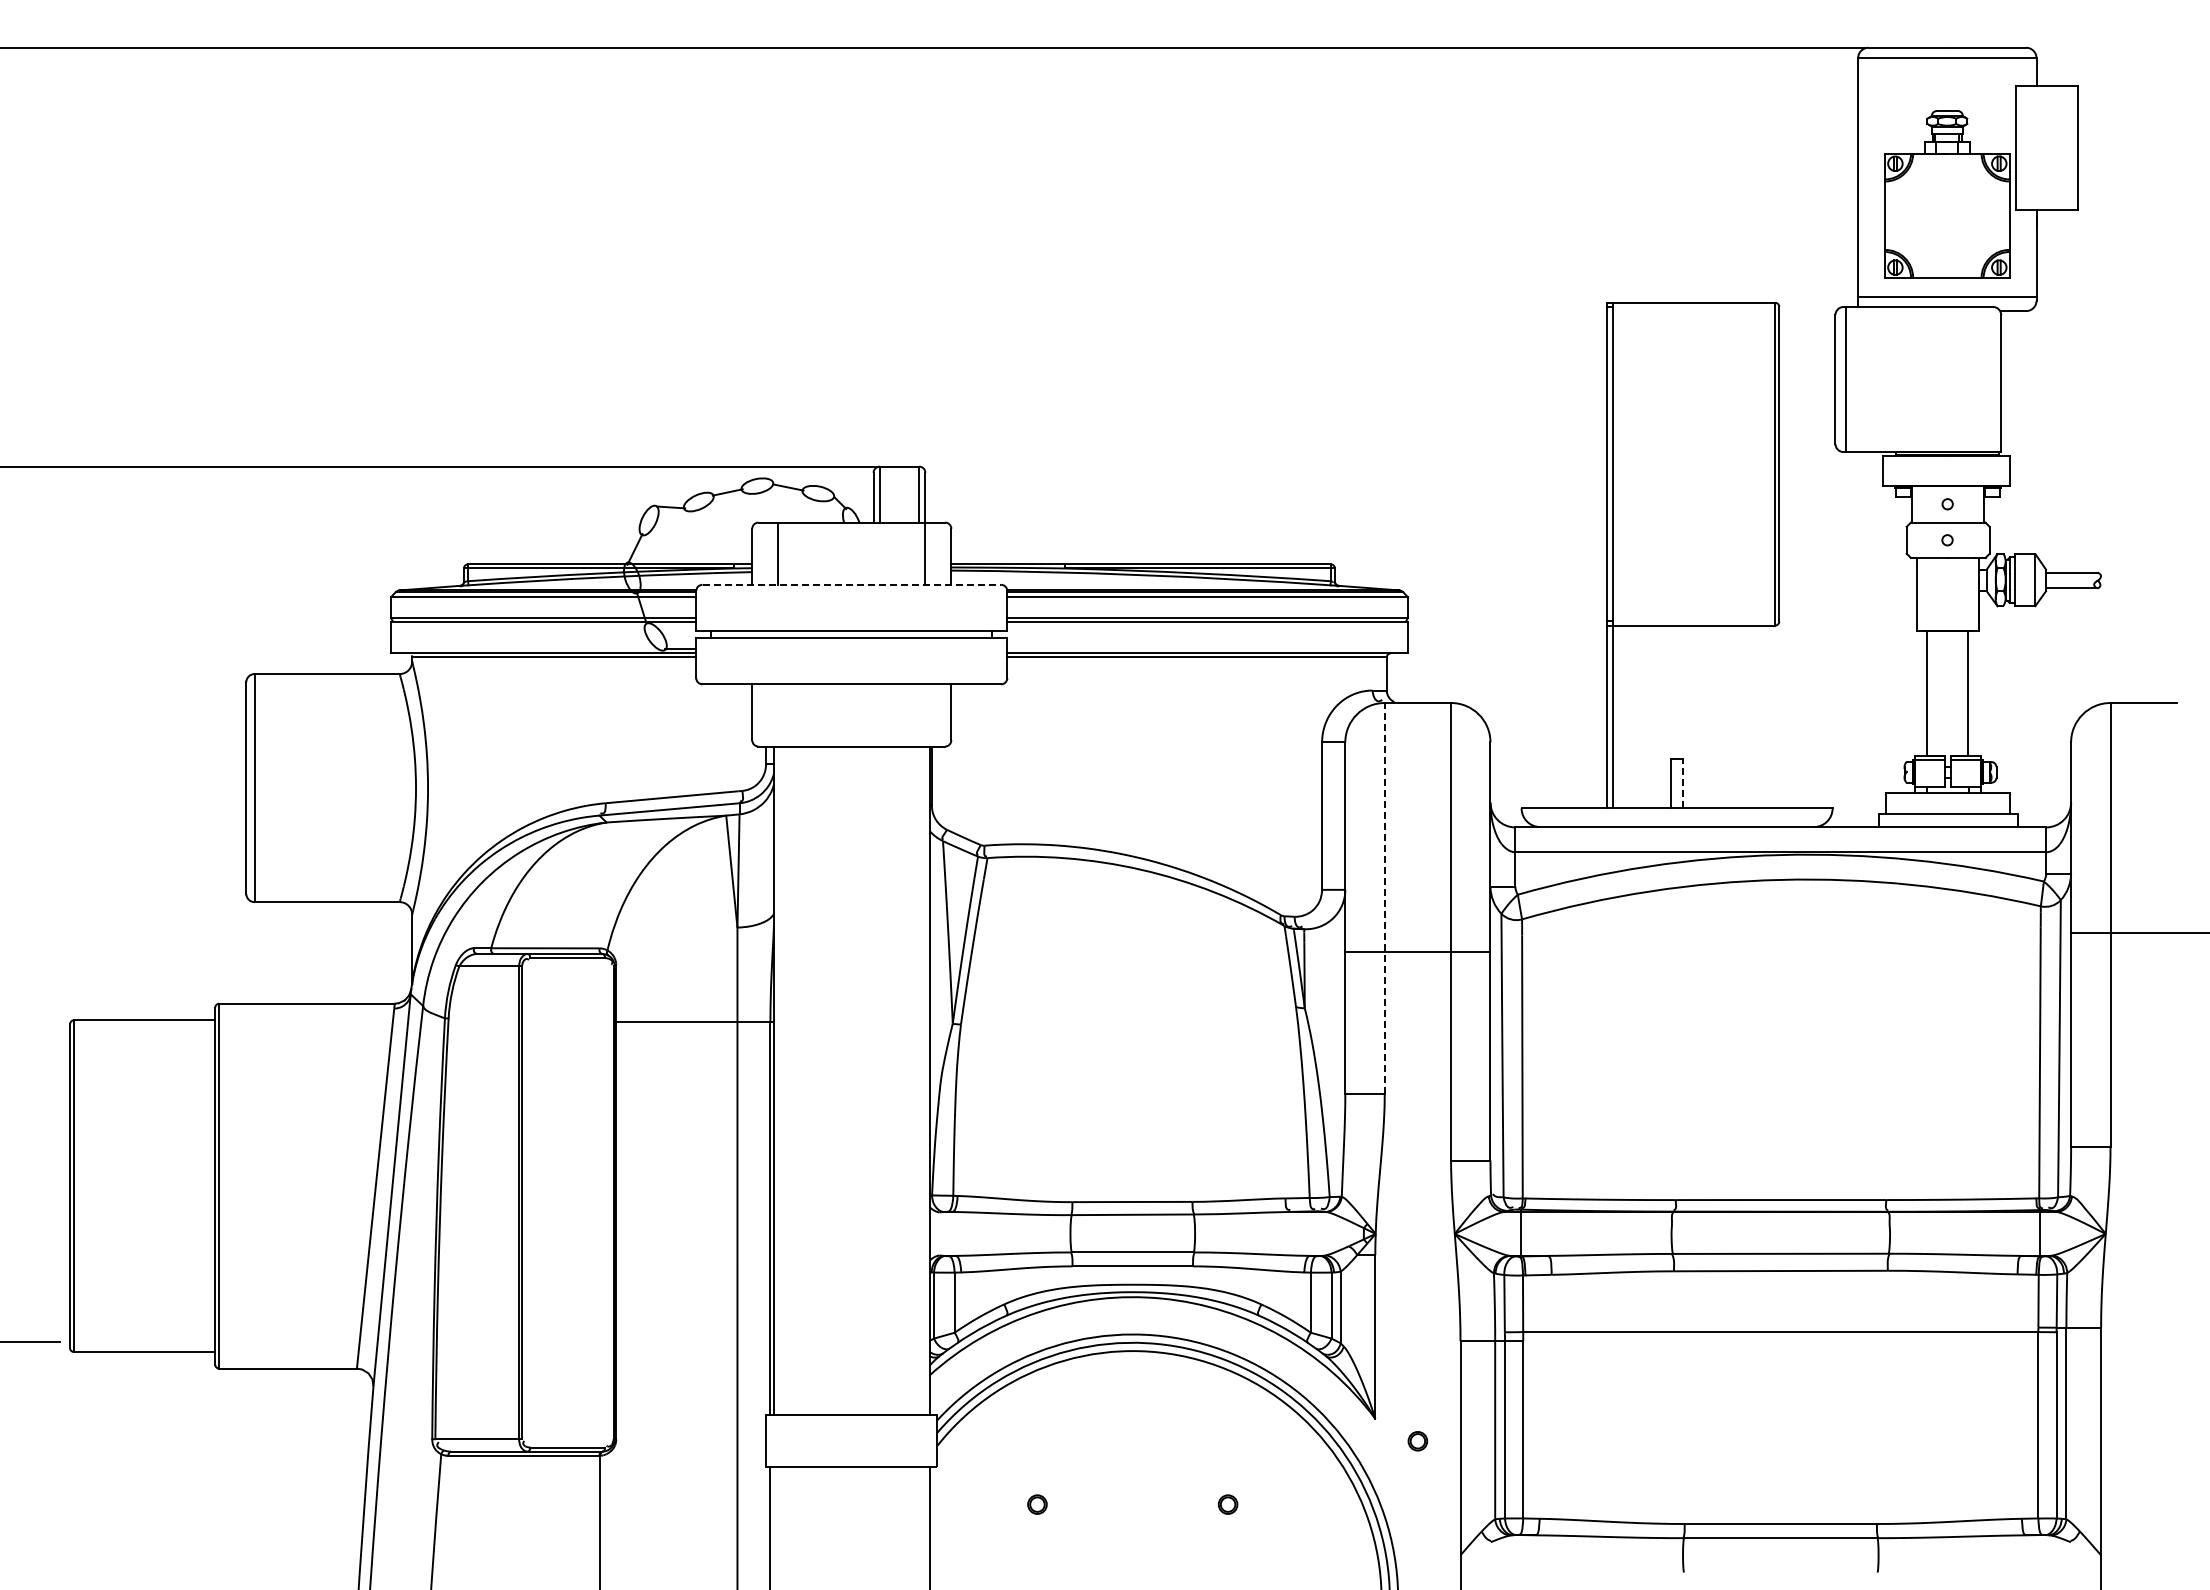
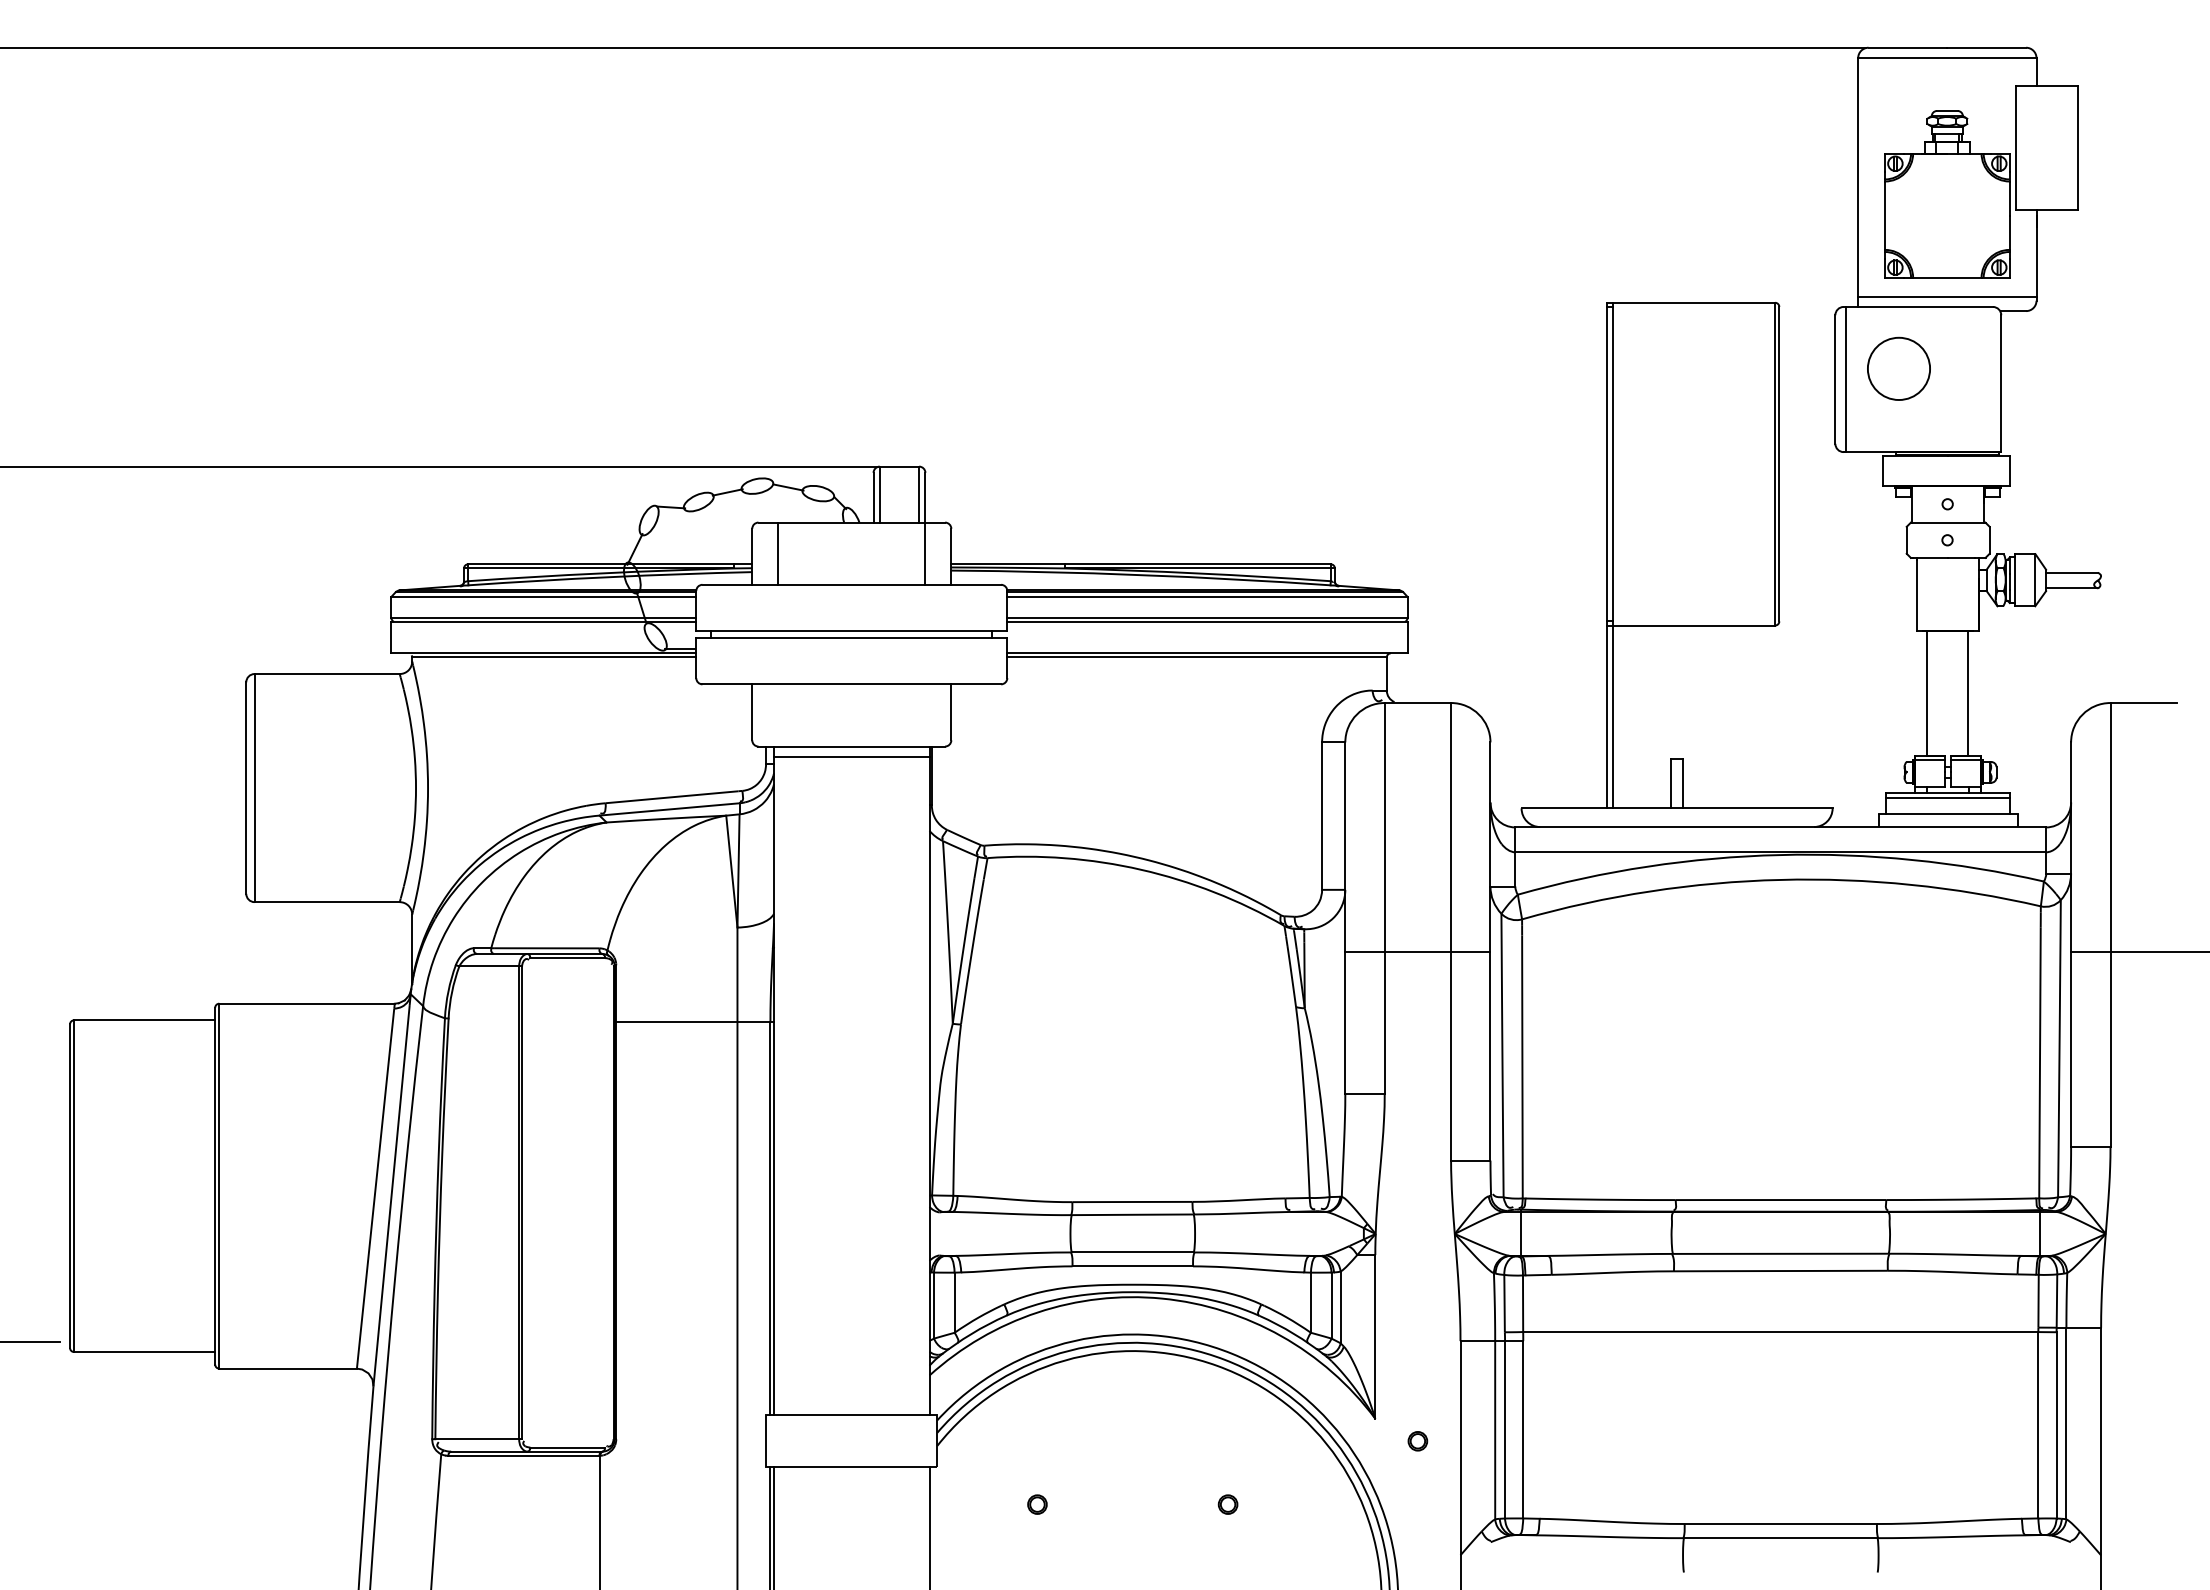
circle at (1898, 368): none -> present
line at (852, 584): dashed -> solid
line at (851, 756): none -> present
line at (1683, 783): dashed -> solid
line at (1947, 797): none -> present
line at (1384, 898): dashed -> solid
line at (2138, 932) position: (2138, 932) -> (2138, 951)
line at (774, 1526): none -> present
